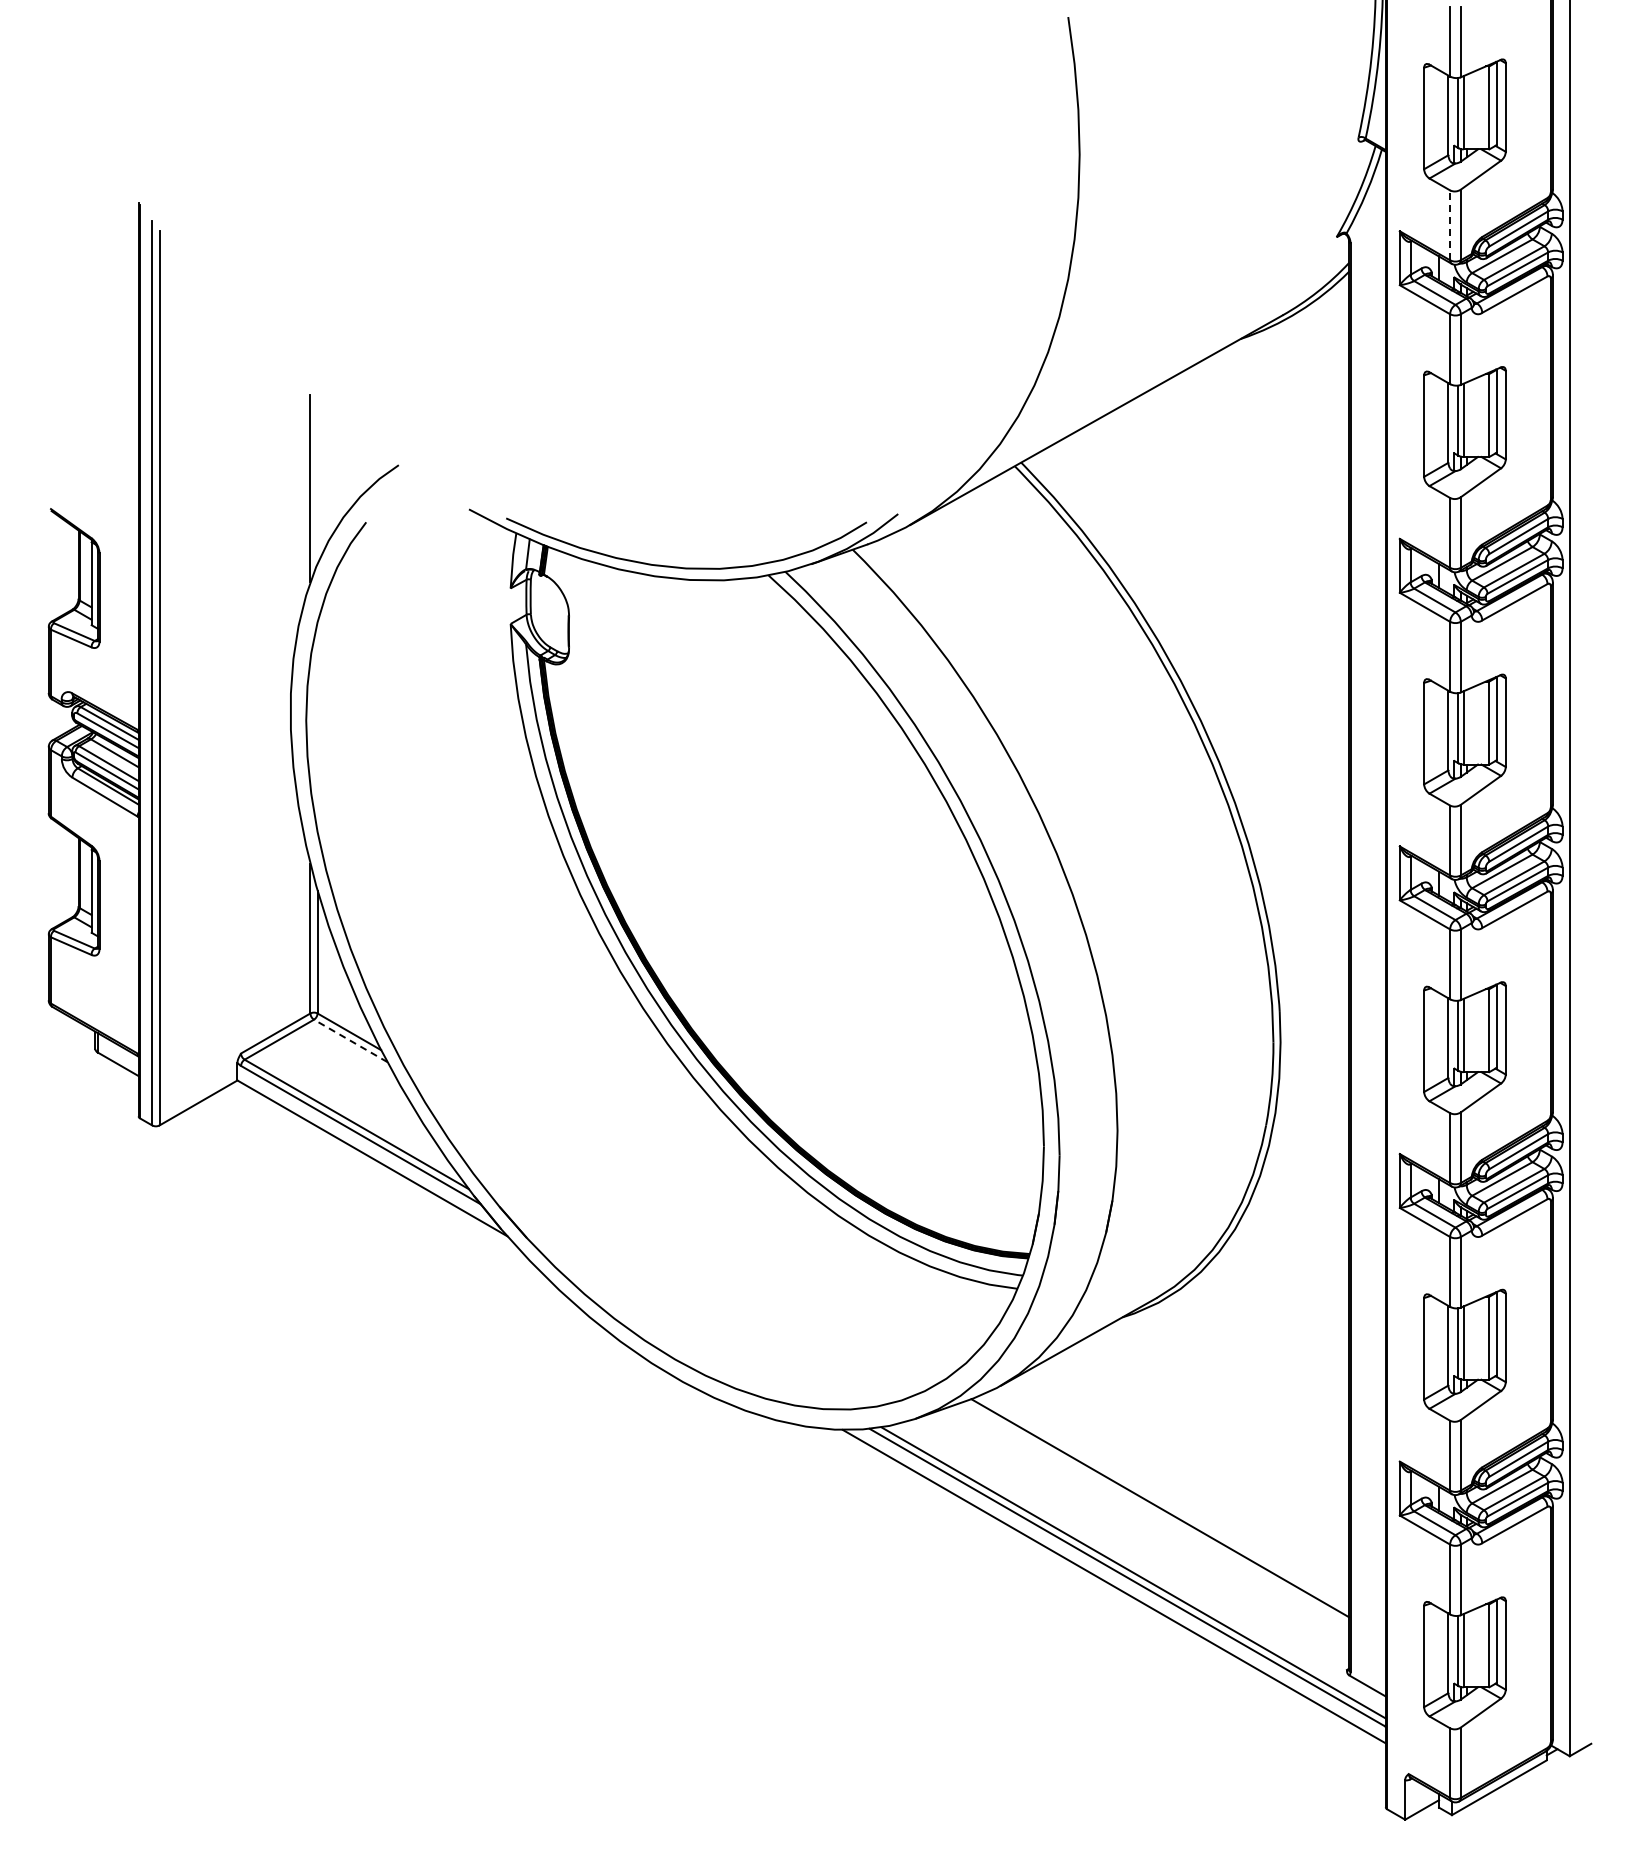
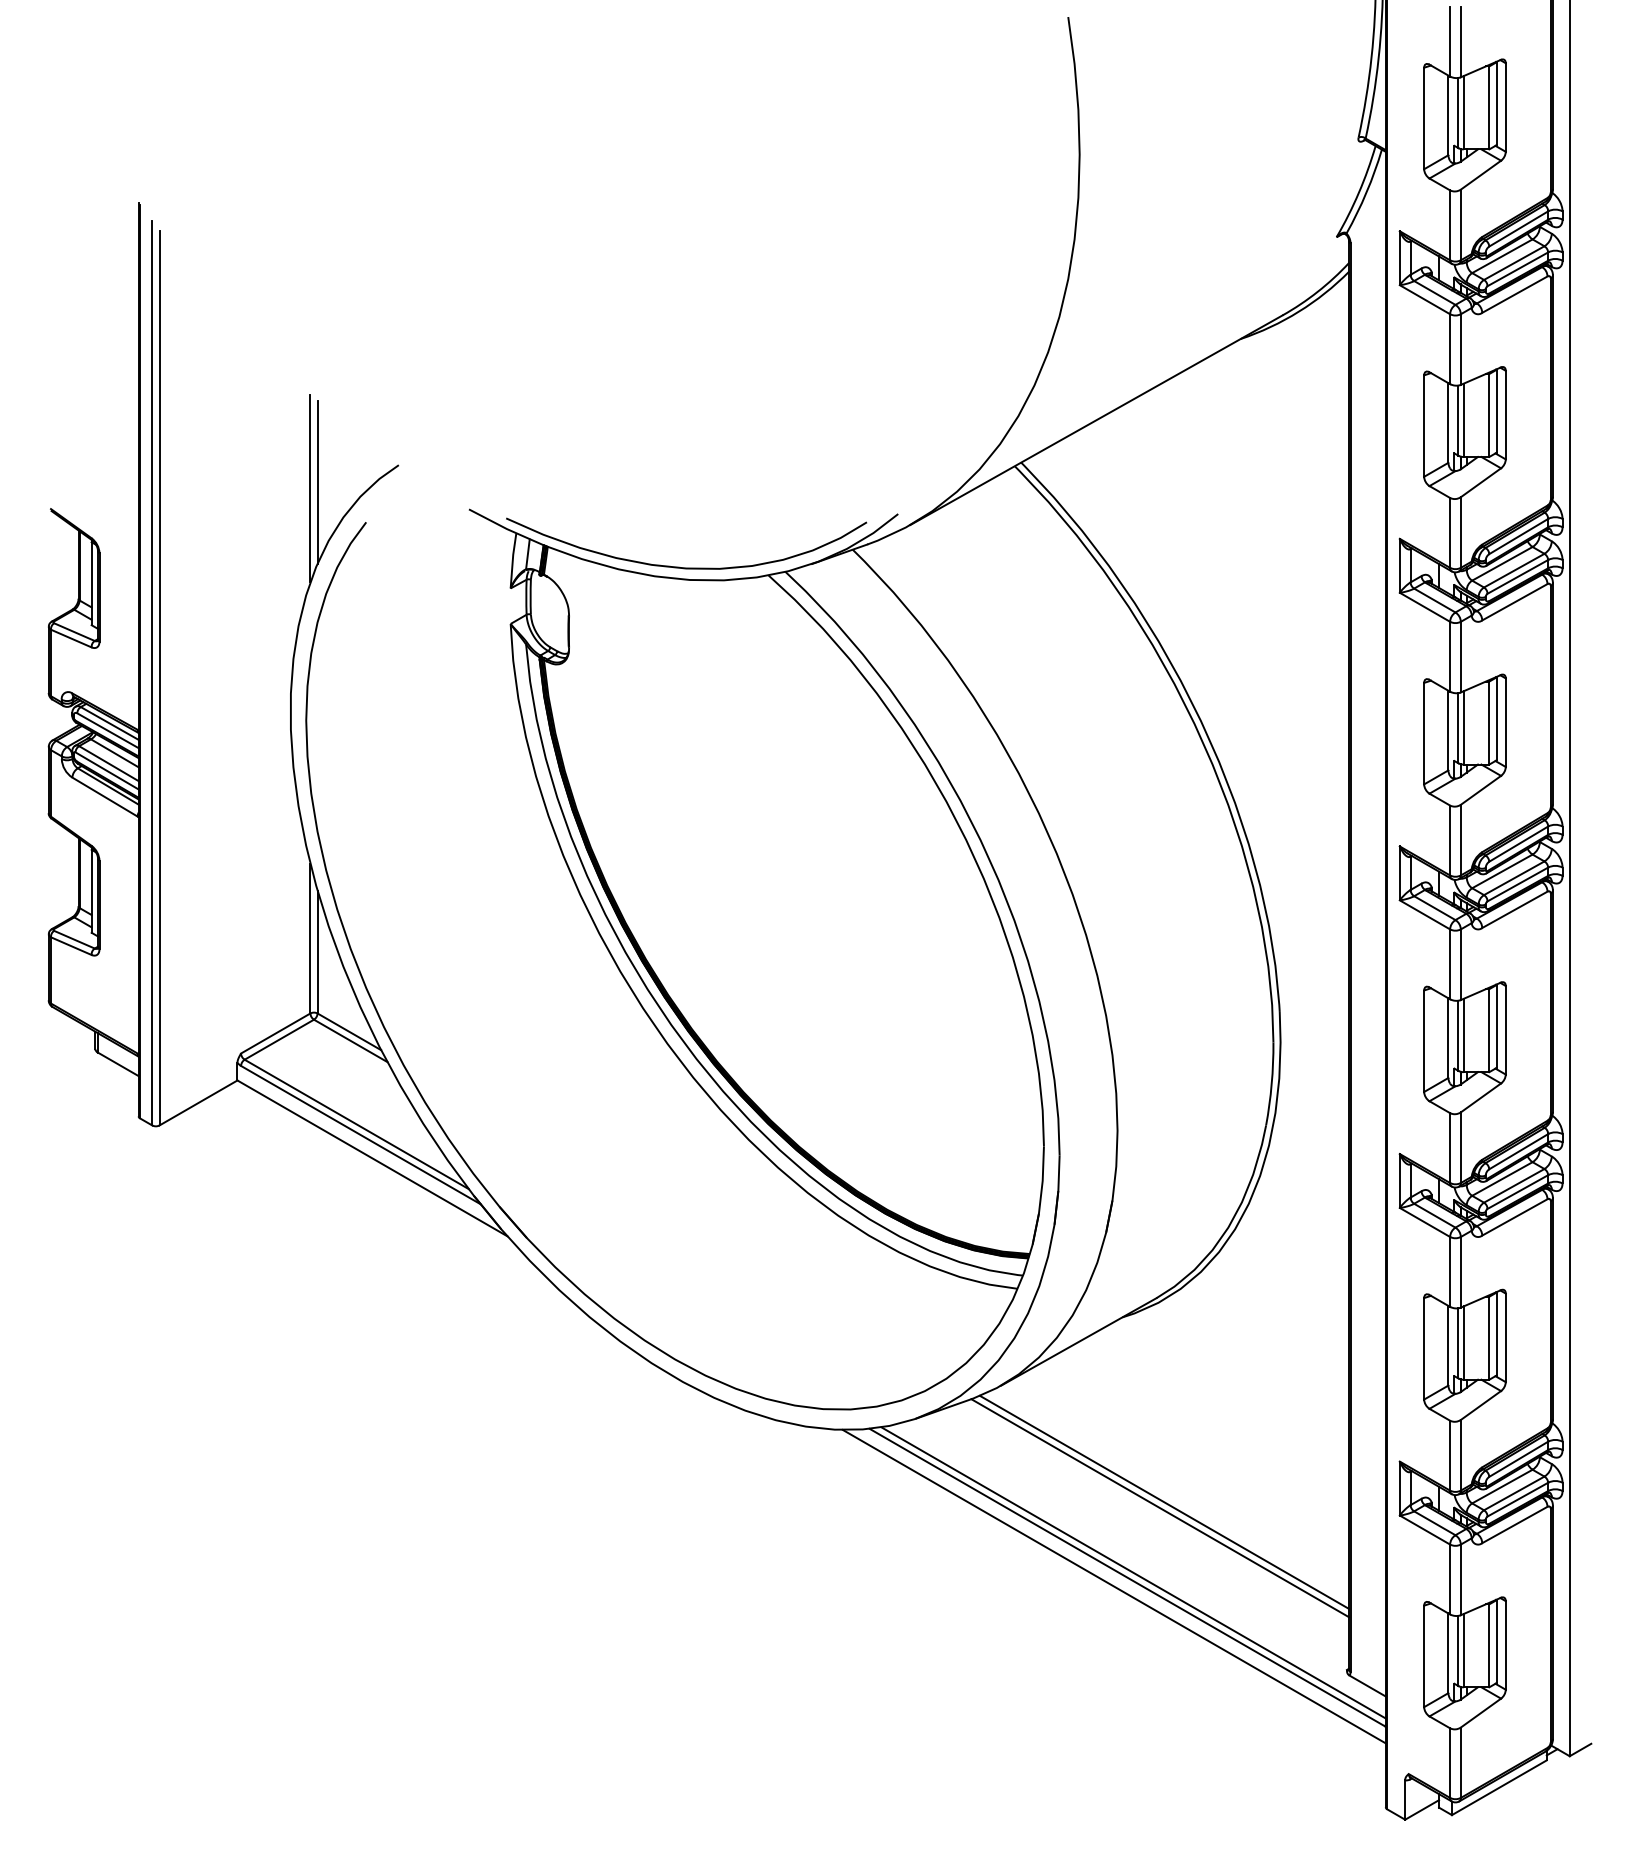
line at (1450, 225): dashed -> solid
line at (317, 482): none -> present
line at (350, 1040): dashed -> solid
line at (1164, 1501): none -> present
